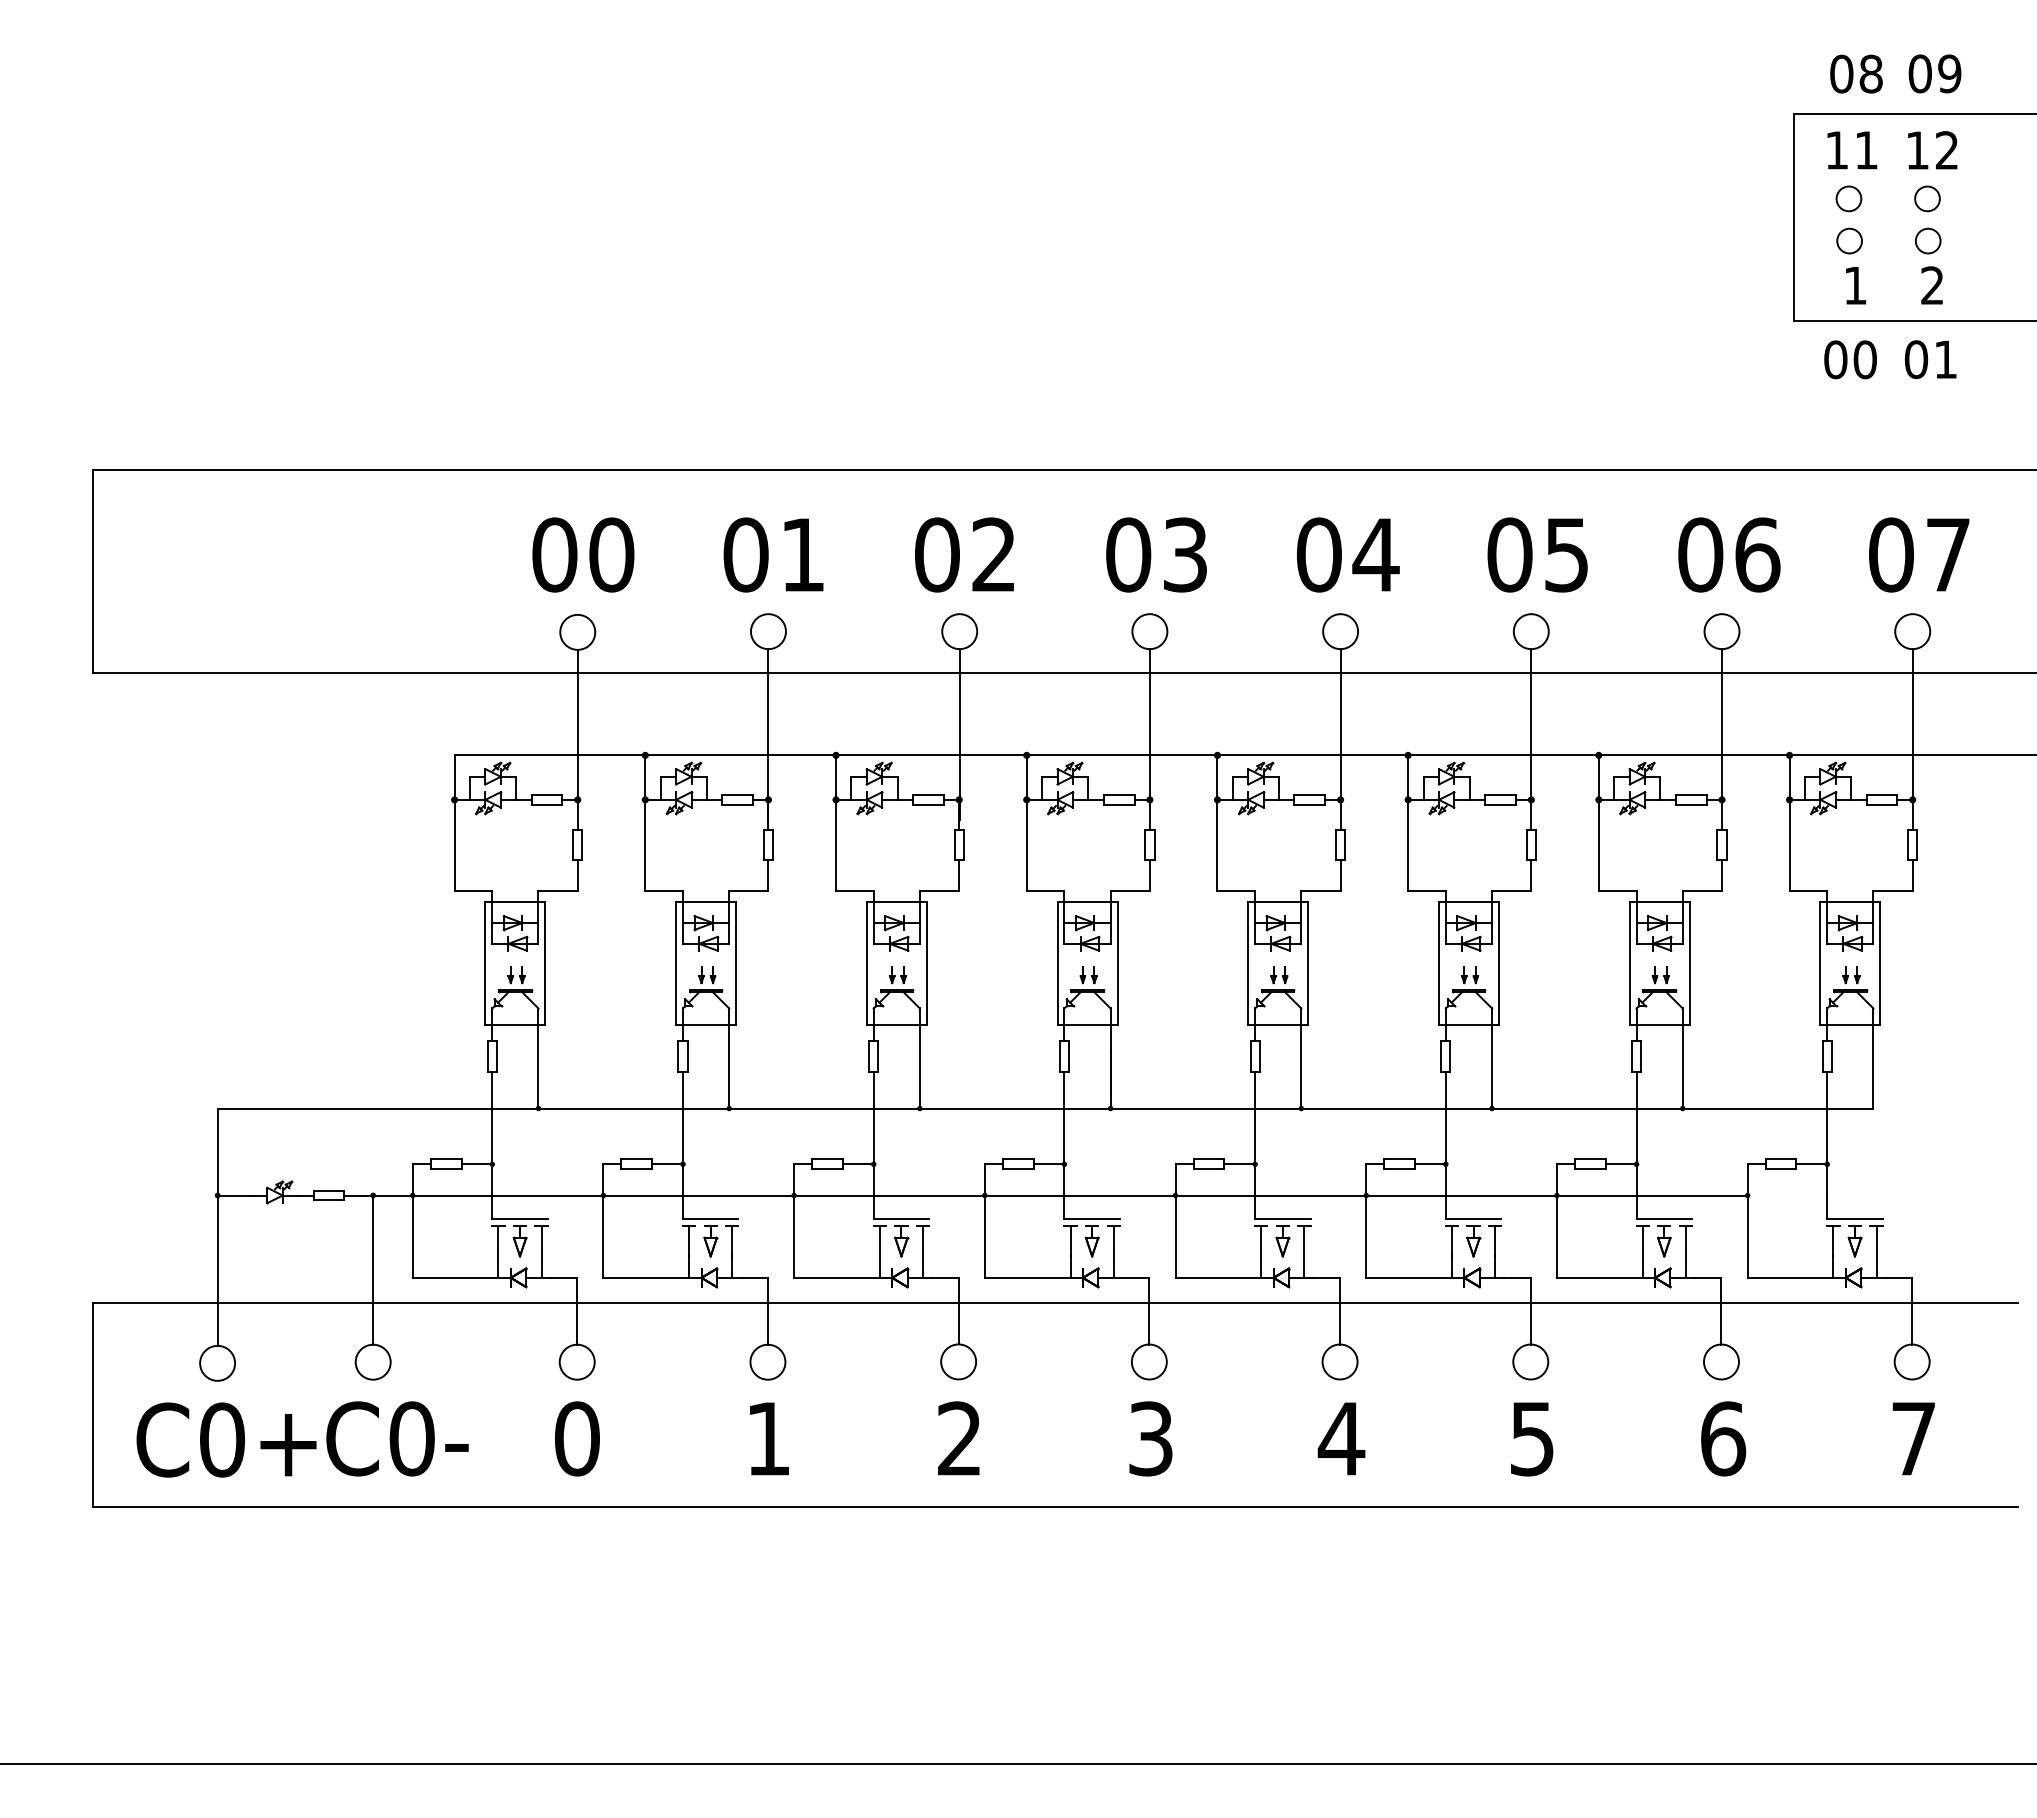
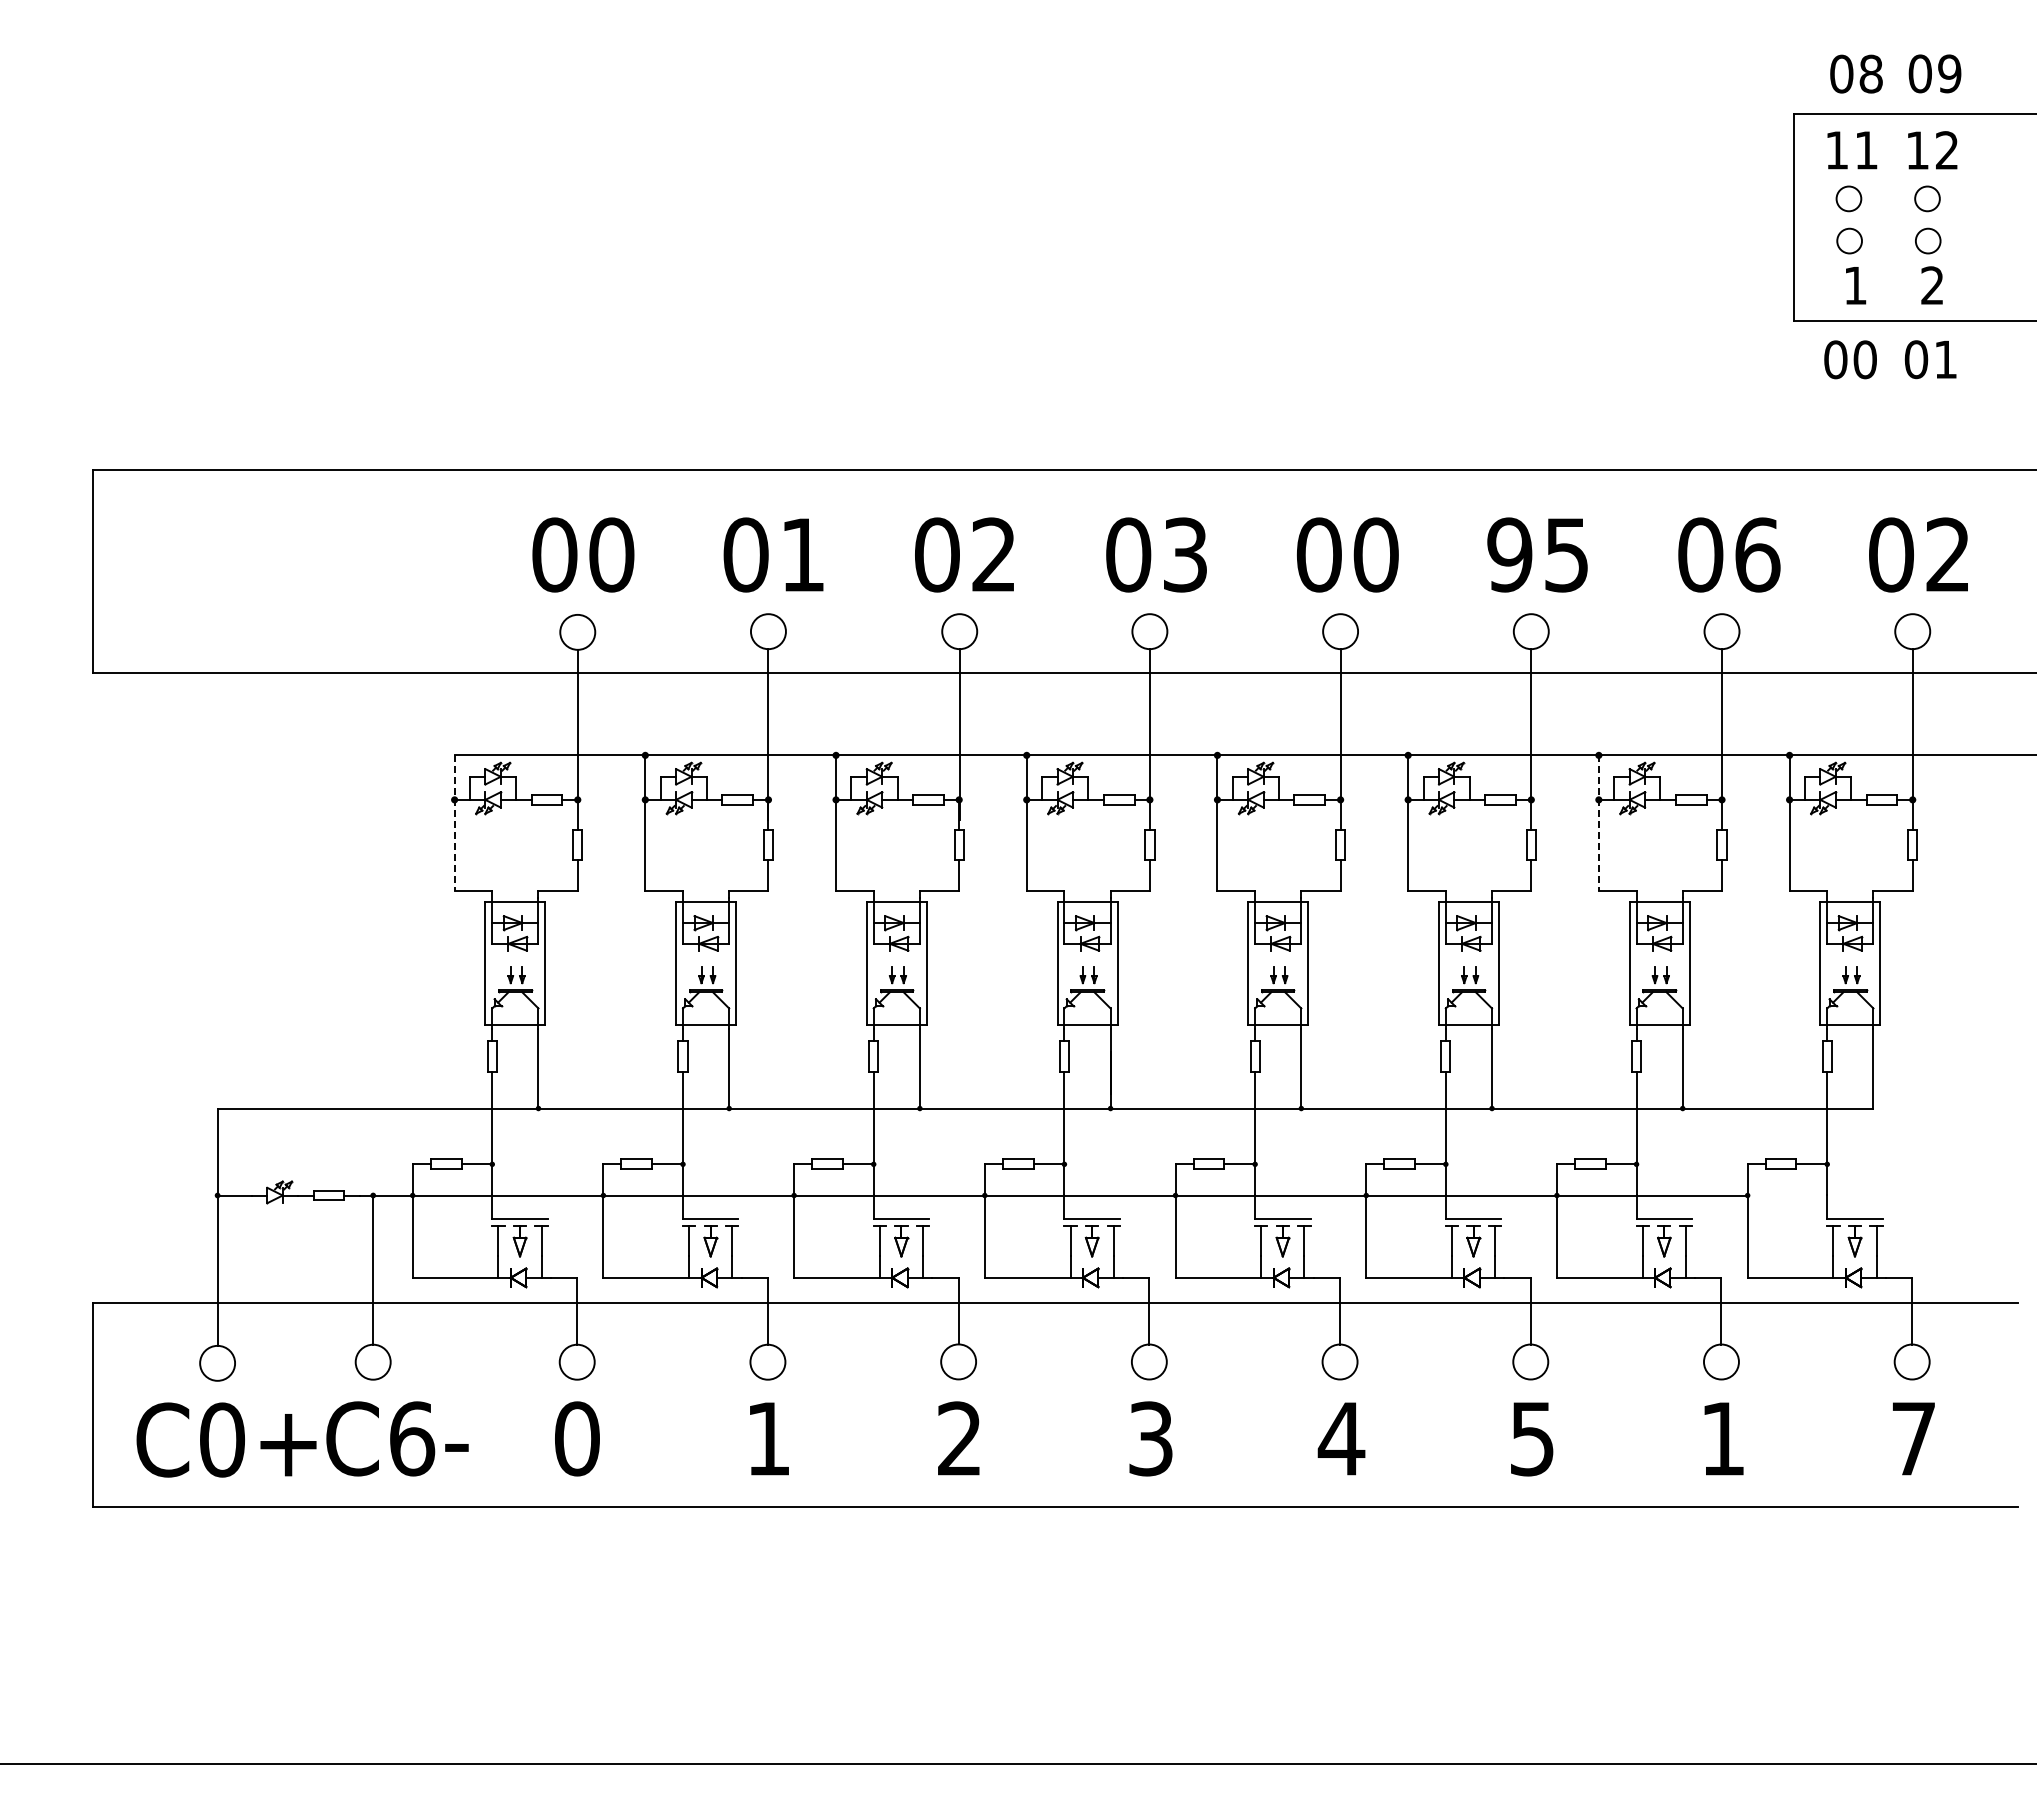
text at (1375, 554): 04 -> 00
text at (1509, 554): 05 -> 95
text at (1947, 554): 07 -> 02
line at (454, 823): solid -> dashed
line at (1598, 823): solid -> dashed
text at (412, 1438): C0- -> C6-
text at (1723, 1438): 6 -> 1
